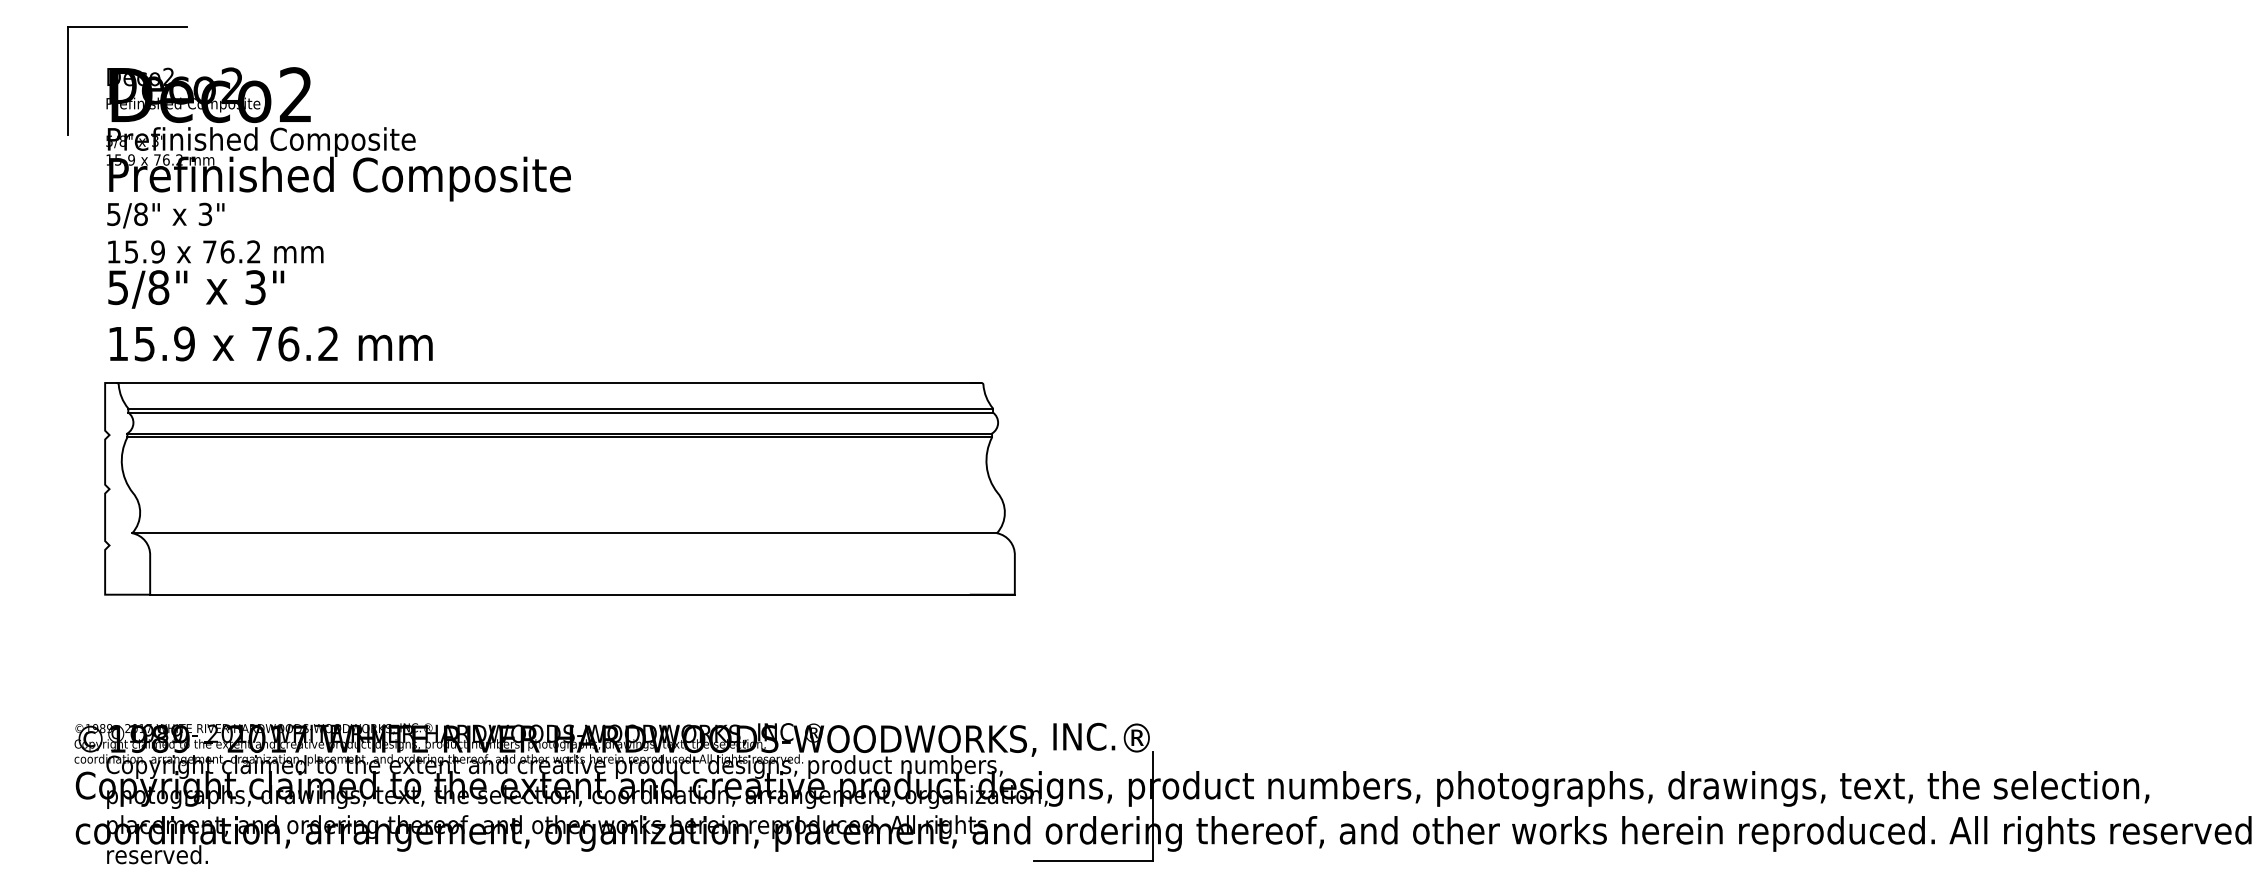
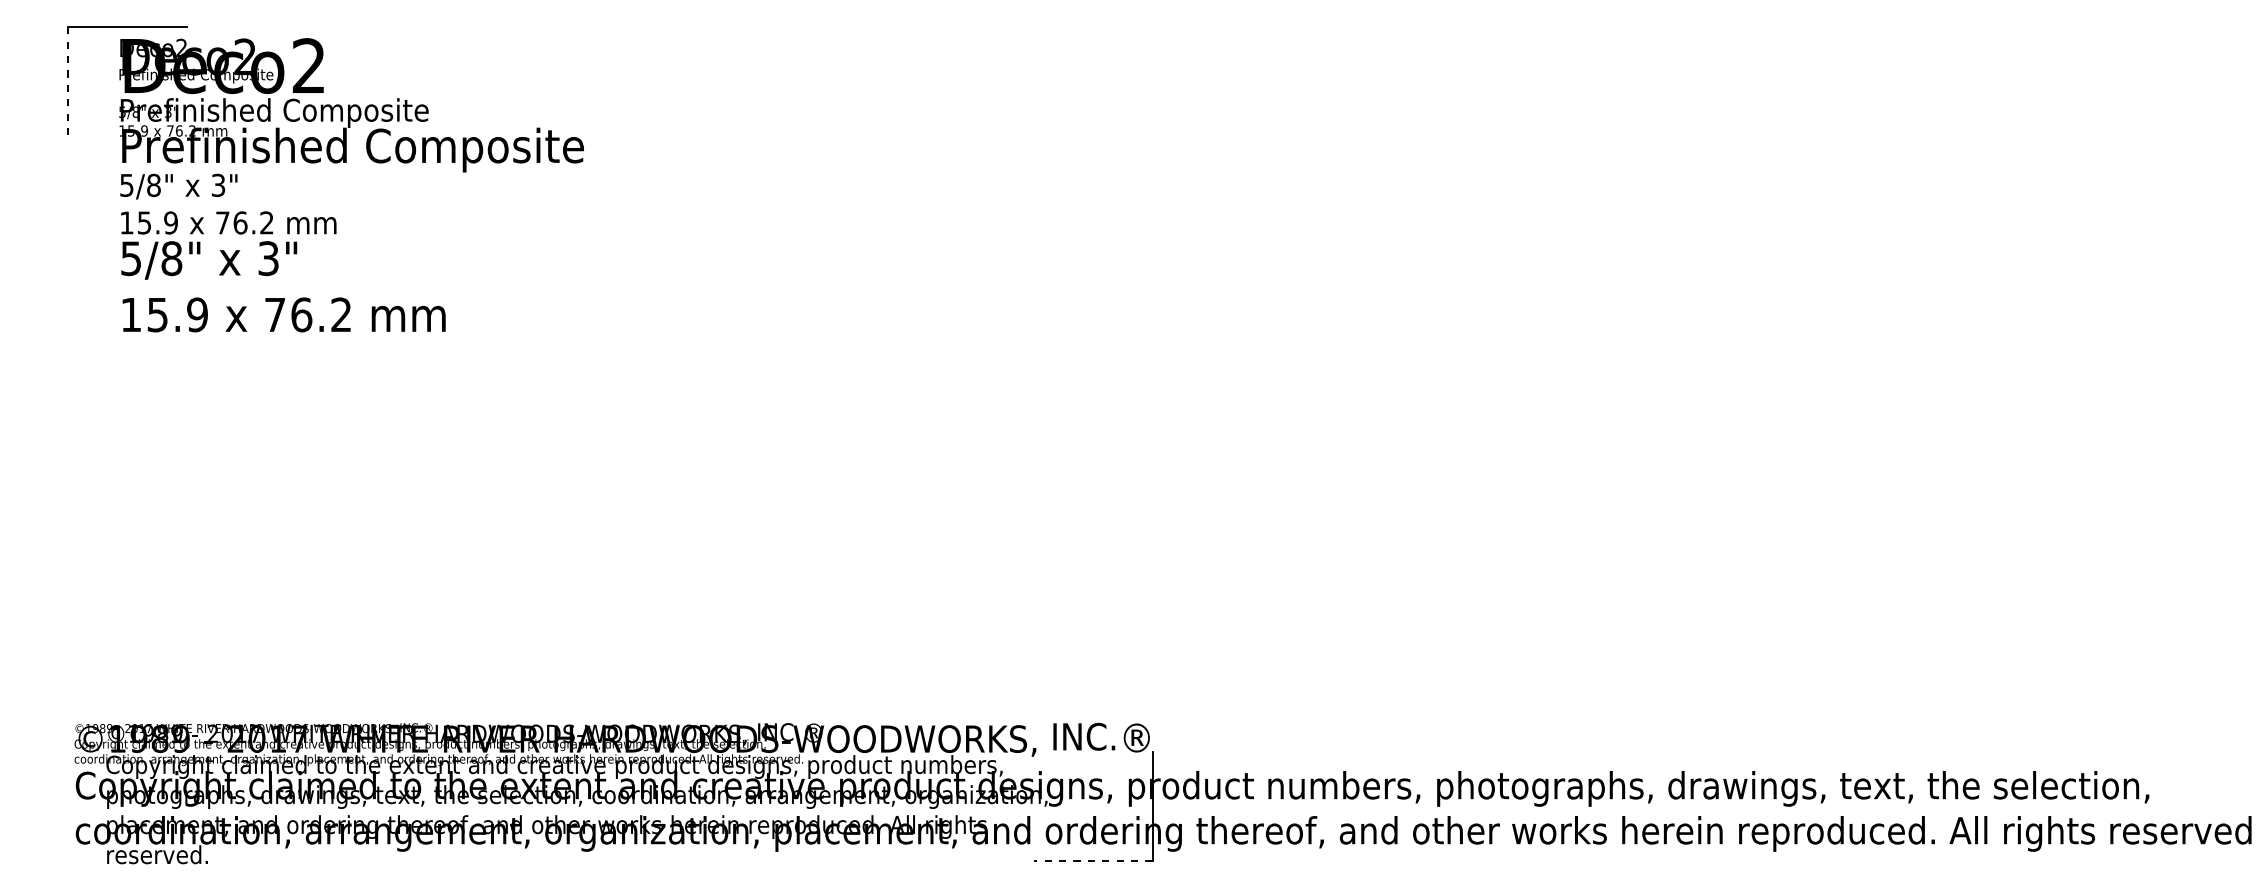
line at (67, 80): solid -> dashed
text at (338, 214) position: (338, 214) -> (351, 185)
part at (559, 488): present -> none
line at (1093, 860): solid -> dashed
